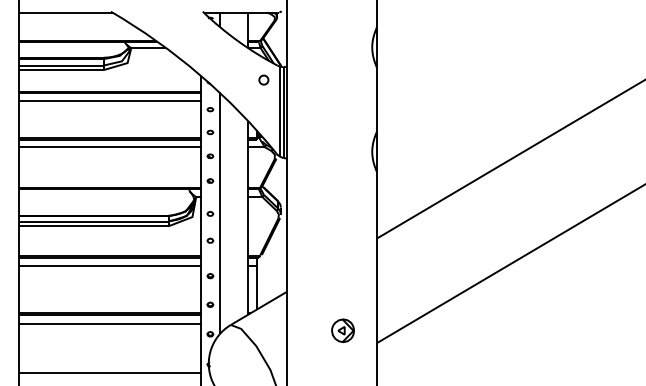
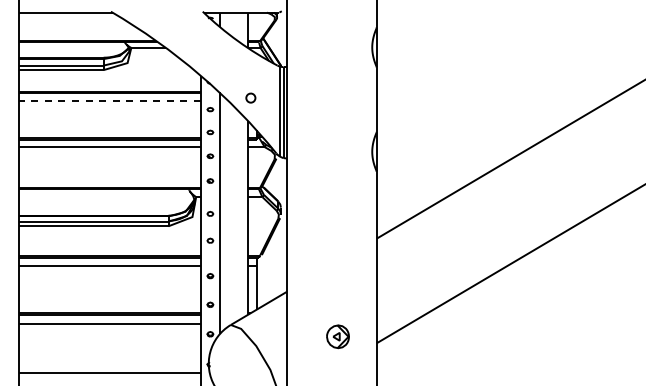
part at (263, 79) position: (263, 79) -> (250, 97)
line at (110, 100): solid -> dashed
part at (342, 330) position: (342, 330) -> (337, 336)
